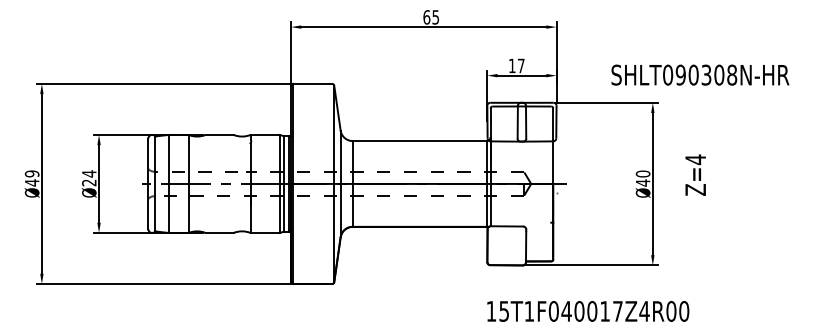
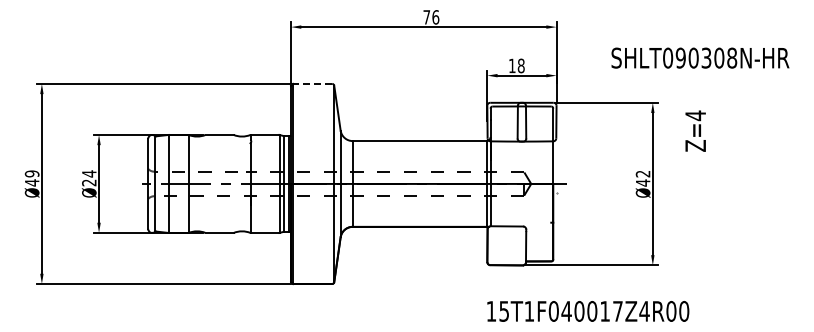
text at (431, 17): 65 -> 76
text at (520, 65): 17 -> 18
text at (700, 74) position: (700, 74) -> (700, 57)
line at (312, 83): solid -> dashed
text at (642, 173): Ø40 -> Ø42
text at (695, 174) position: (695, 174) -> (695, 130)
